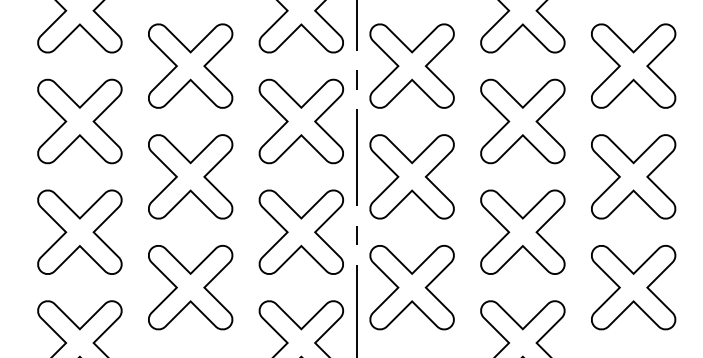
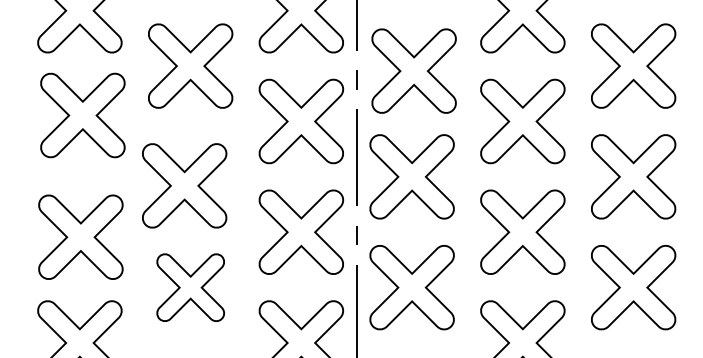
part at (411, 65) position: (411, 65) -> (413, 70)
part at (79, 121) position: (79, 121) -> (82, 115)
part at (190, 176) position: (190, 176) -> (184, 185)
part at (79, 231) position: (79, 231) -> (80, 236)
part at (190, 287) size: 86x86 px -> 69x69 px
